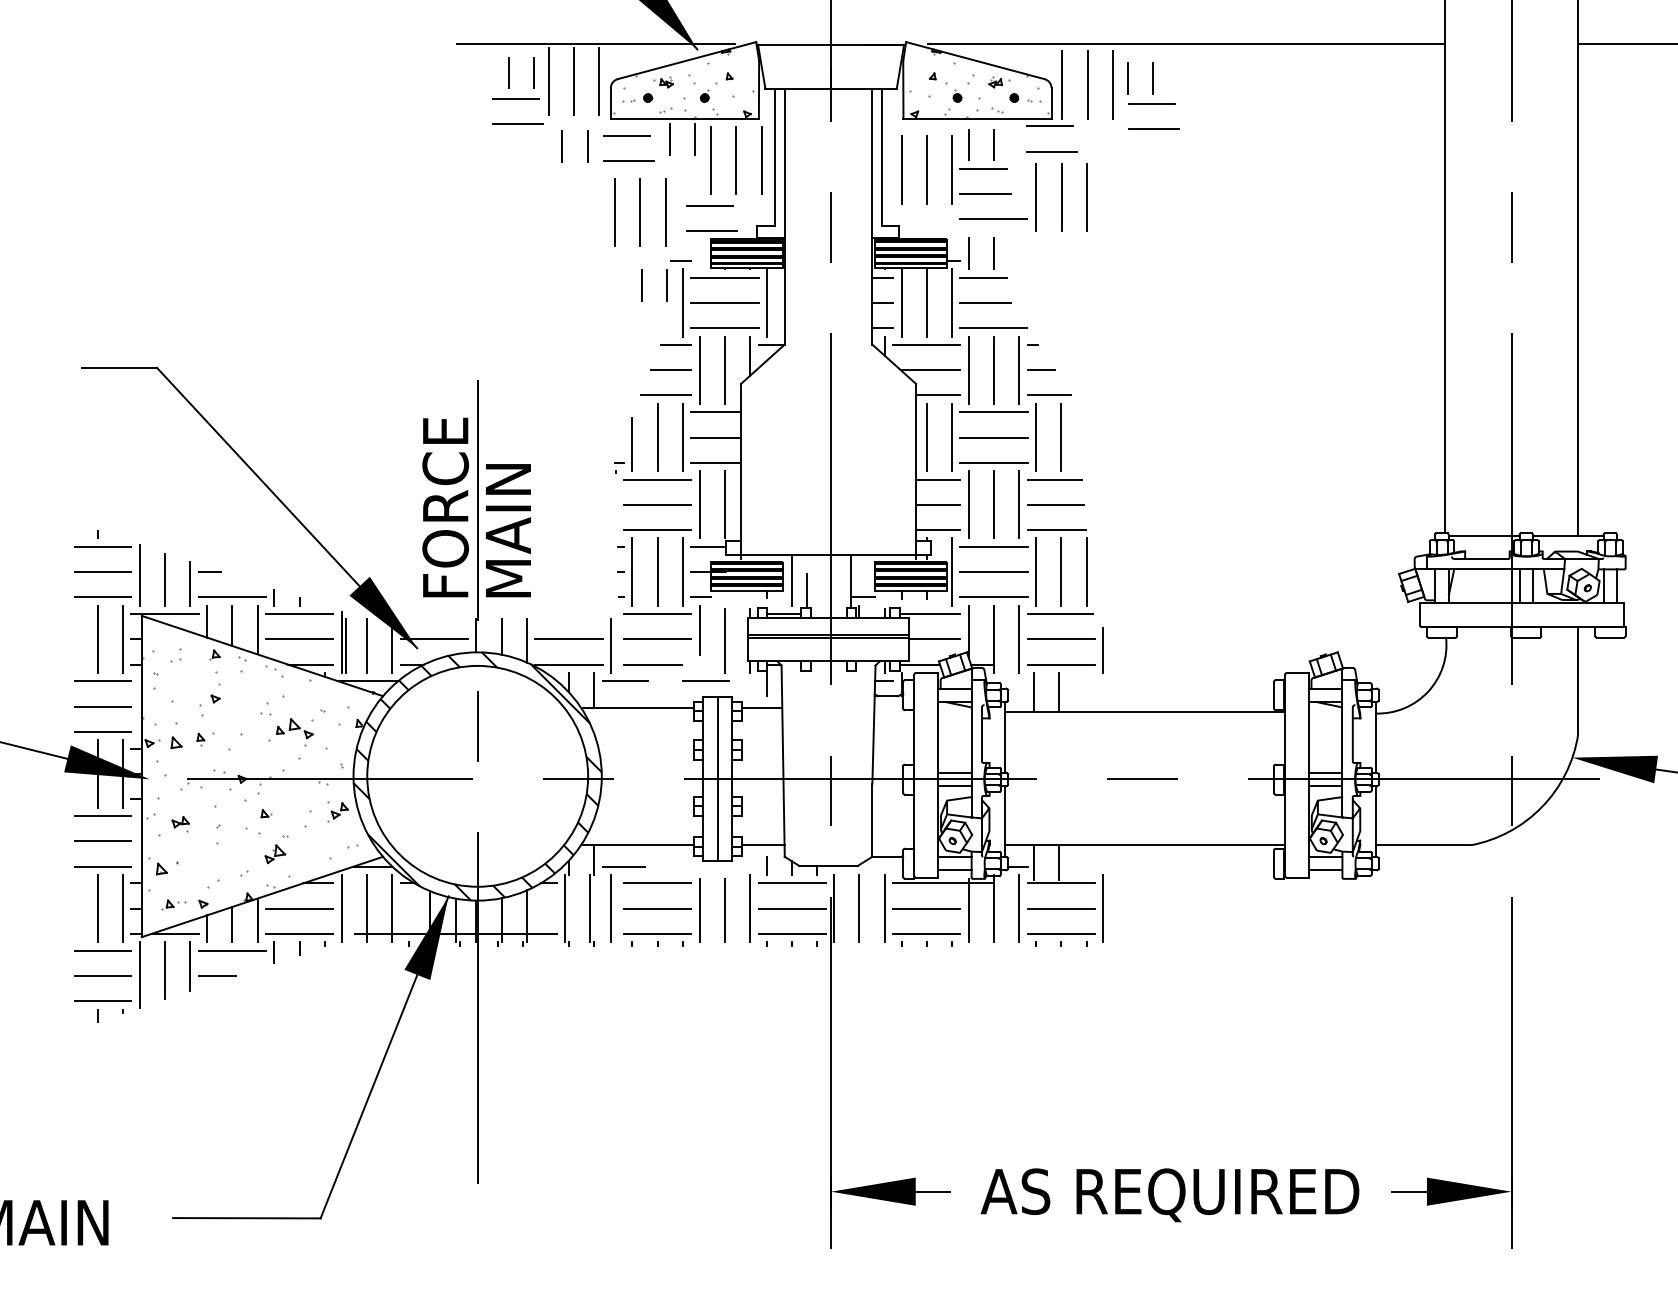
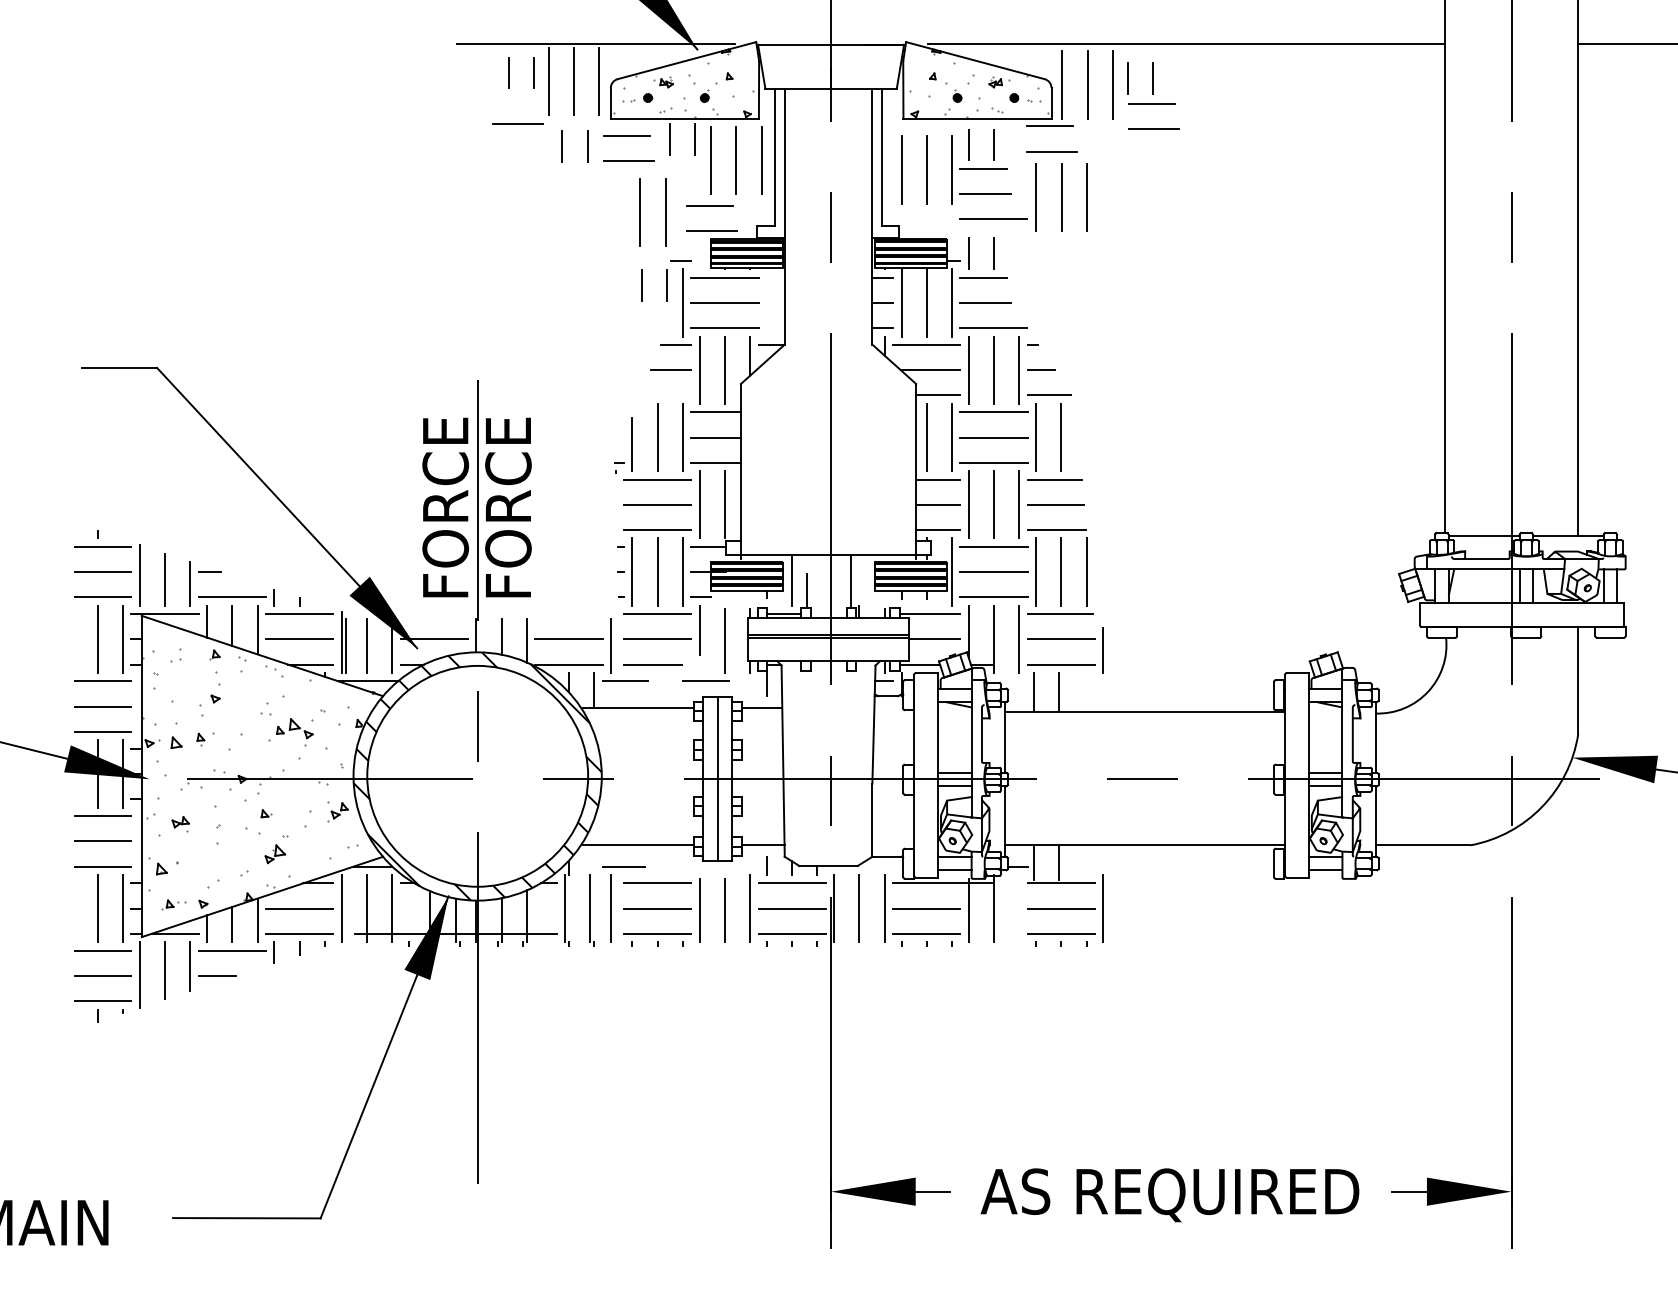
line at (515, 98): present -> none
line at (614, 212): present -> none
line at (766, 302): present -> none
line at (666, 395): present -> none
text at (508, 504): MAIN -> FORCE
line at (862, 597): present -> none
line at (594, 859): present -> none
line at (1019, 908): present -> none
